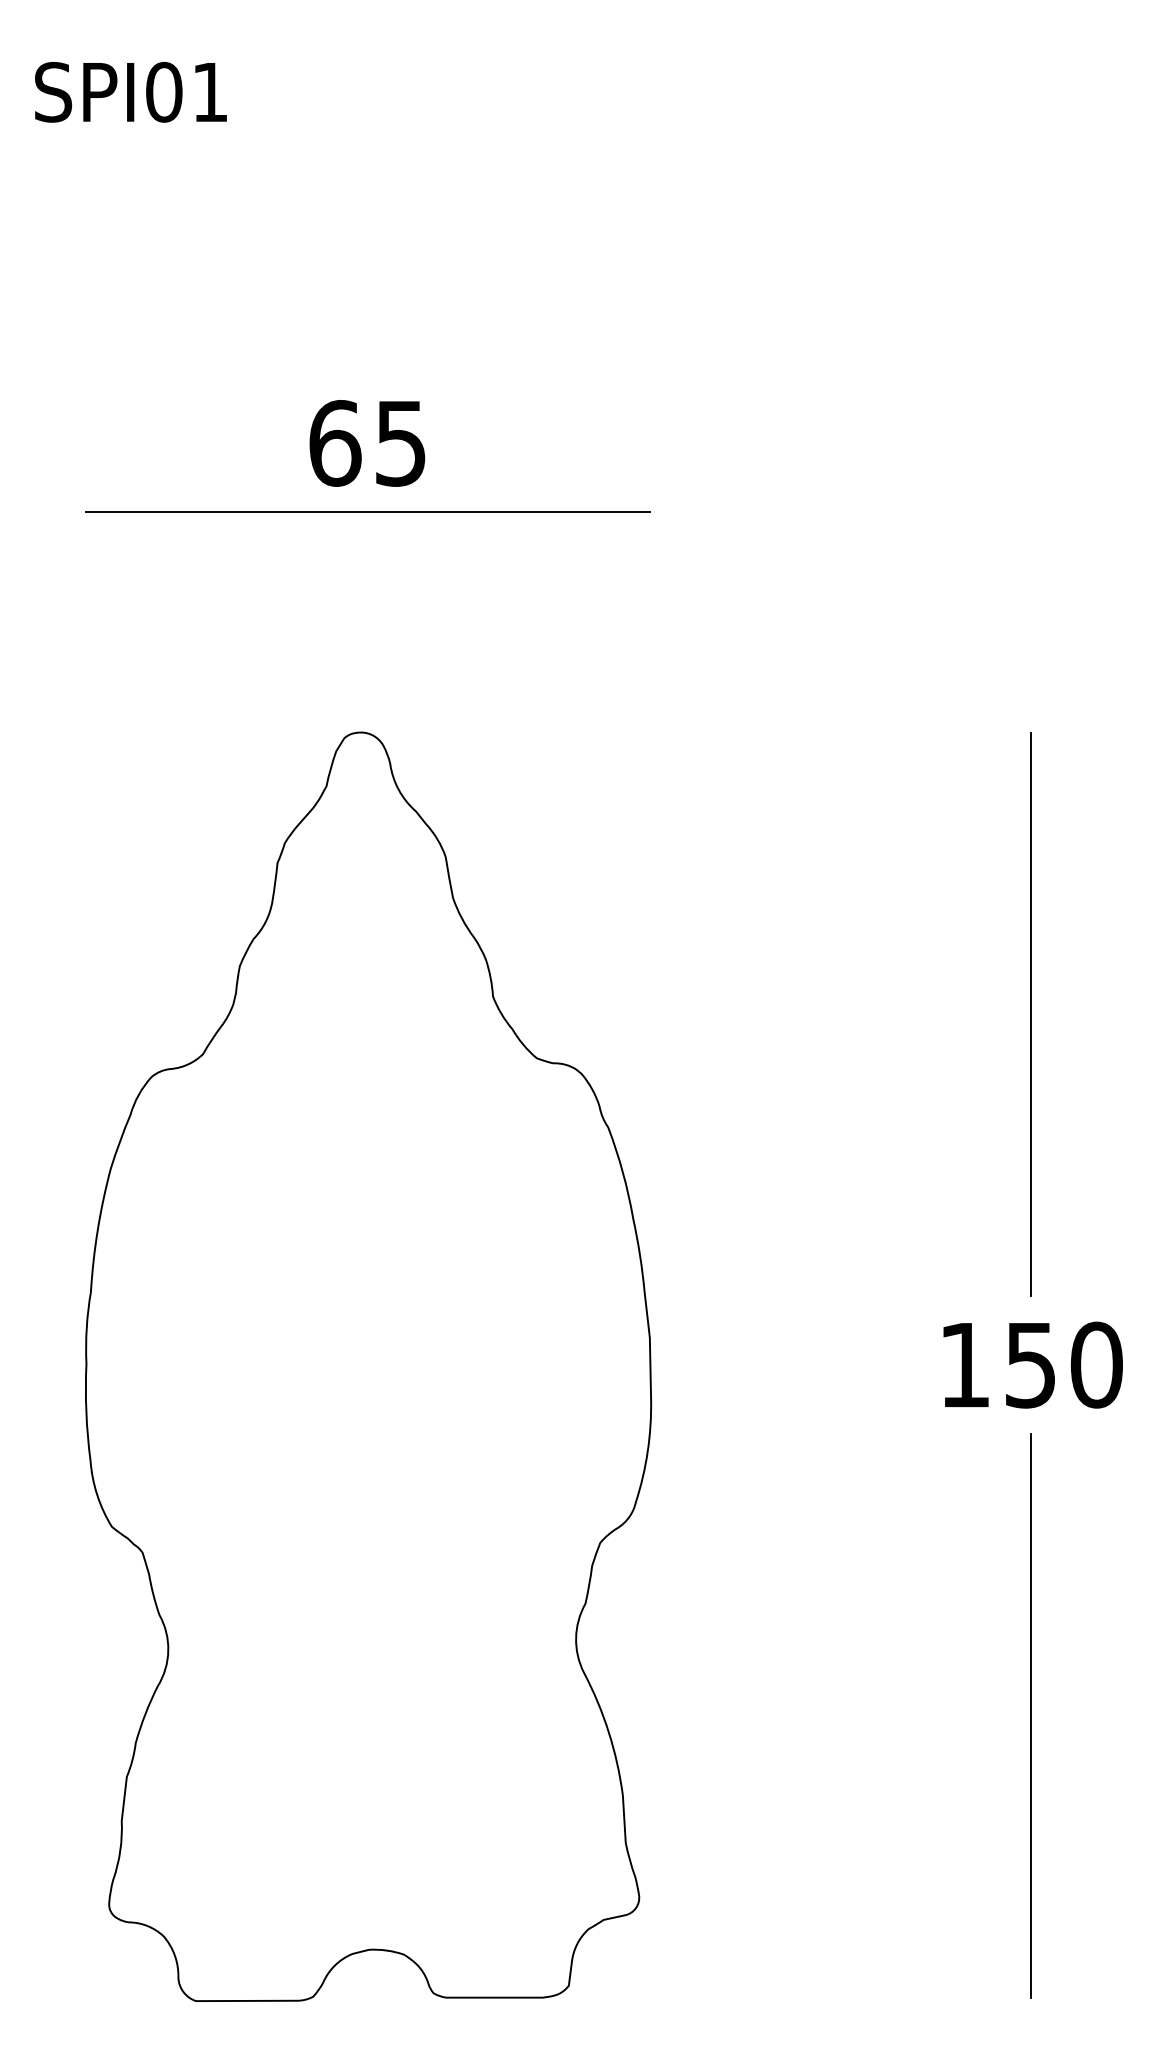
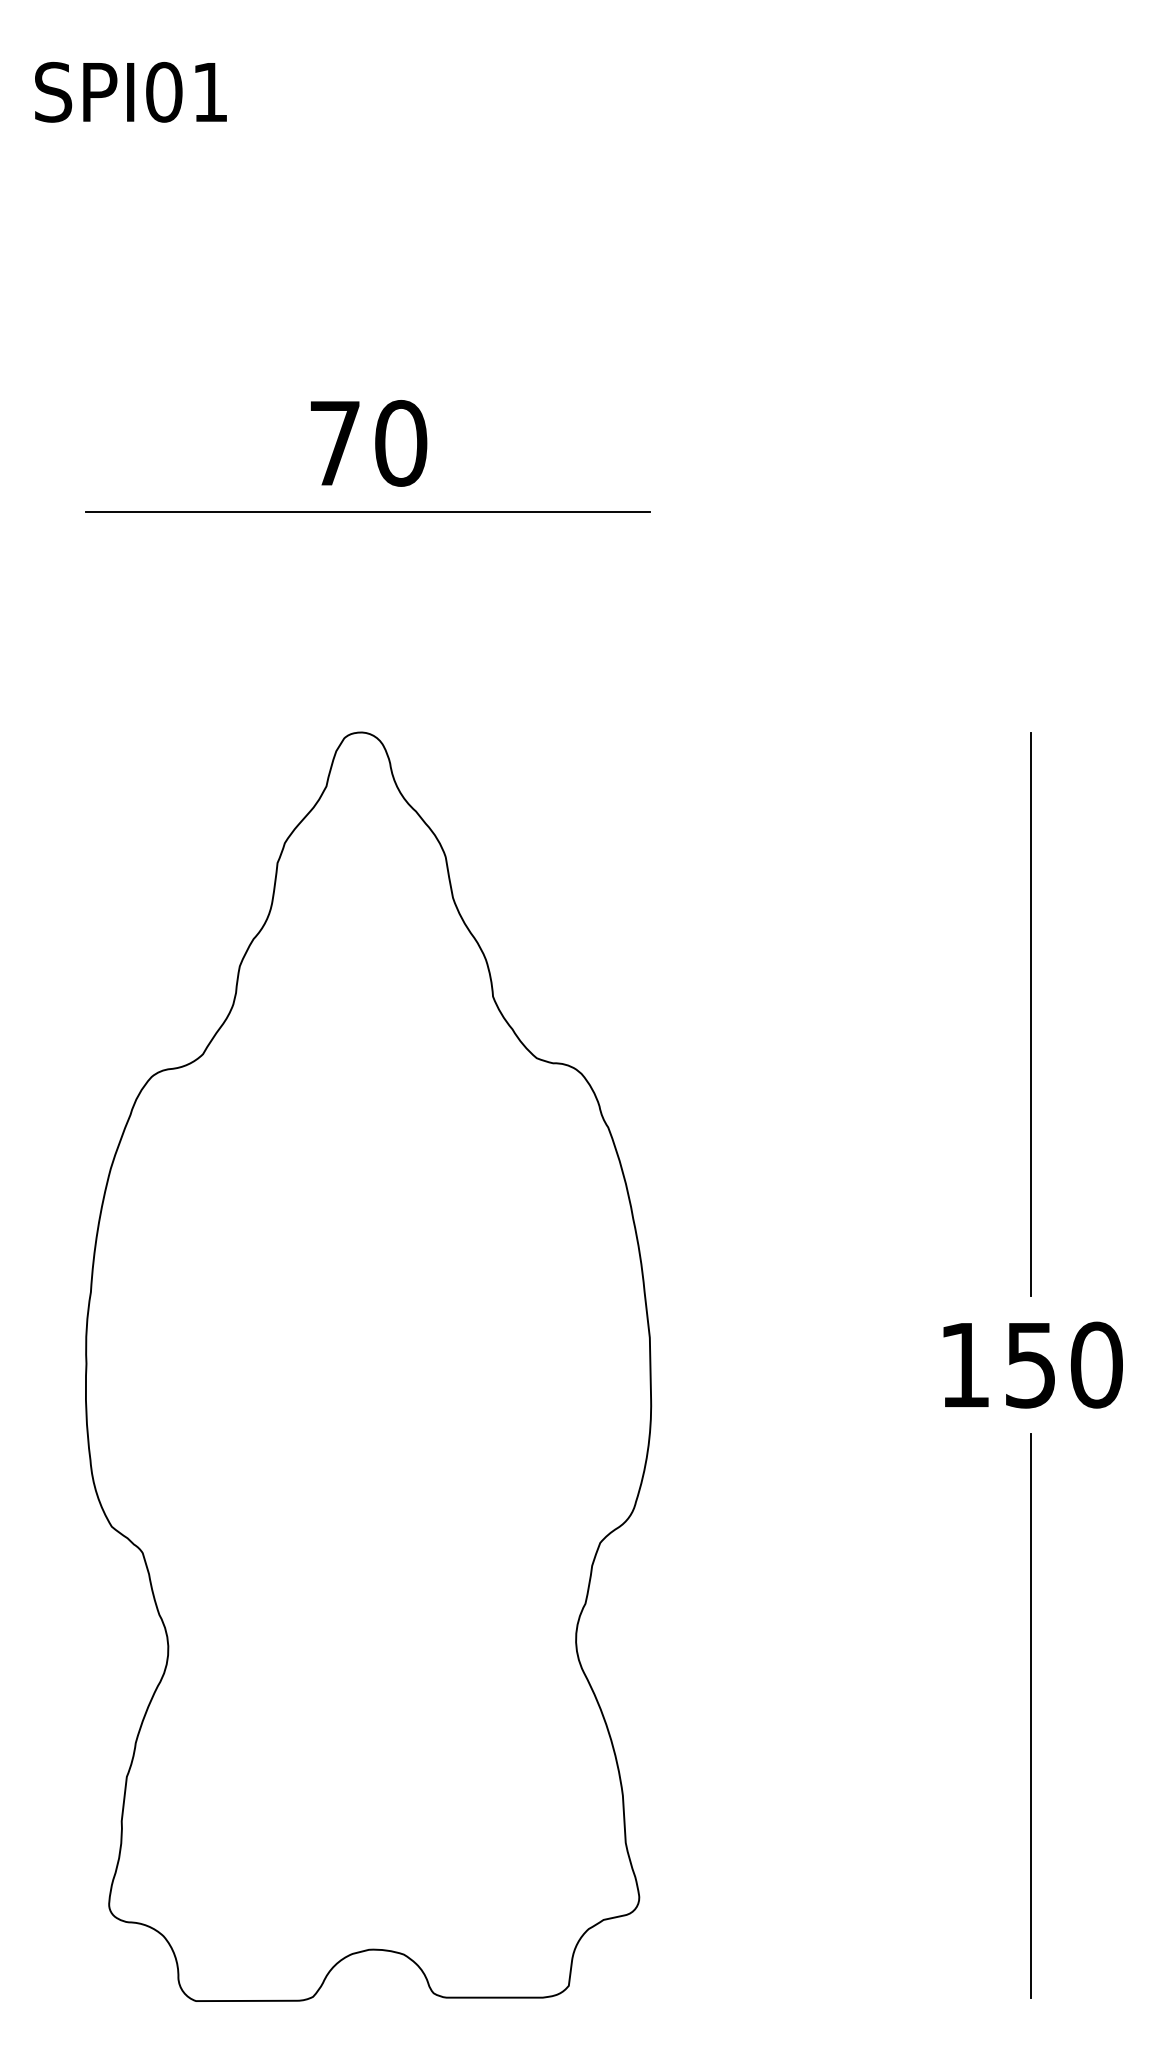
text at (368, 443): 65 -> 70
